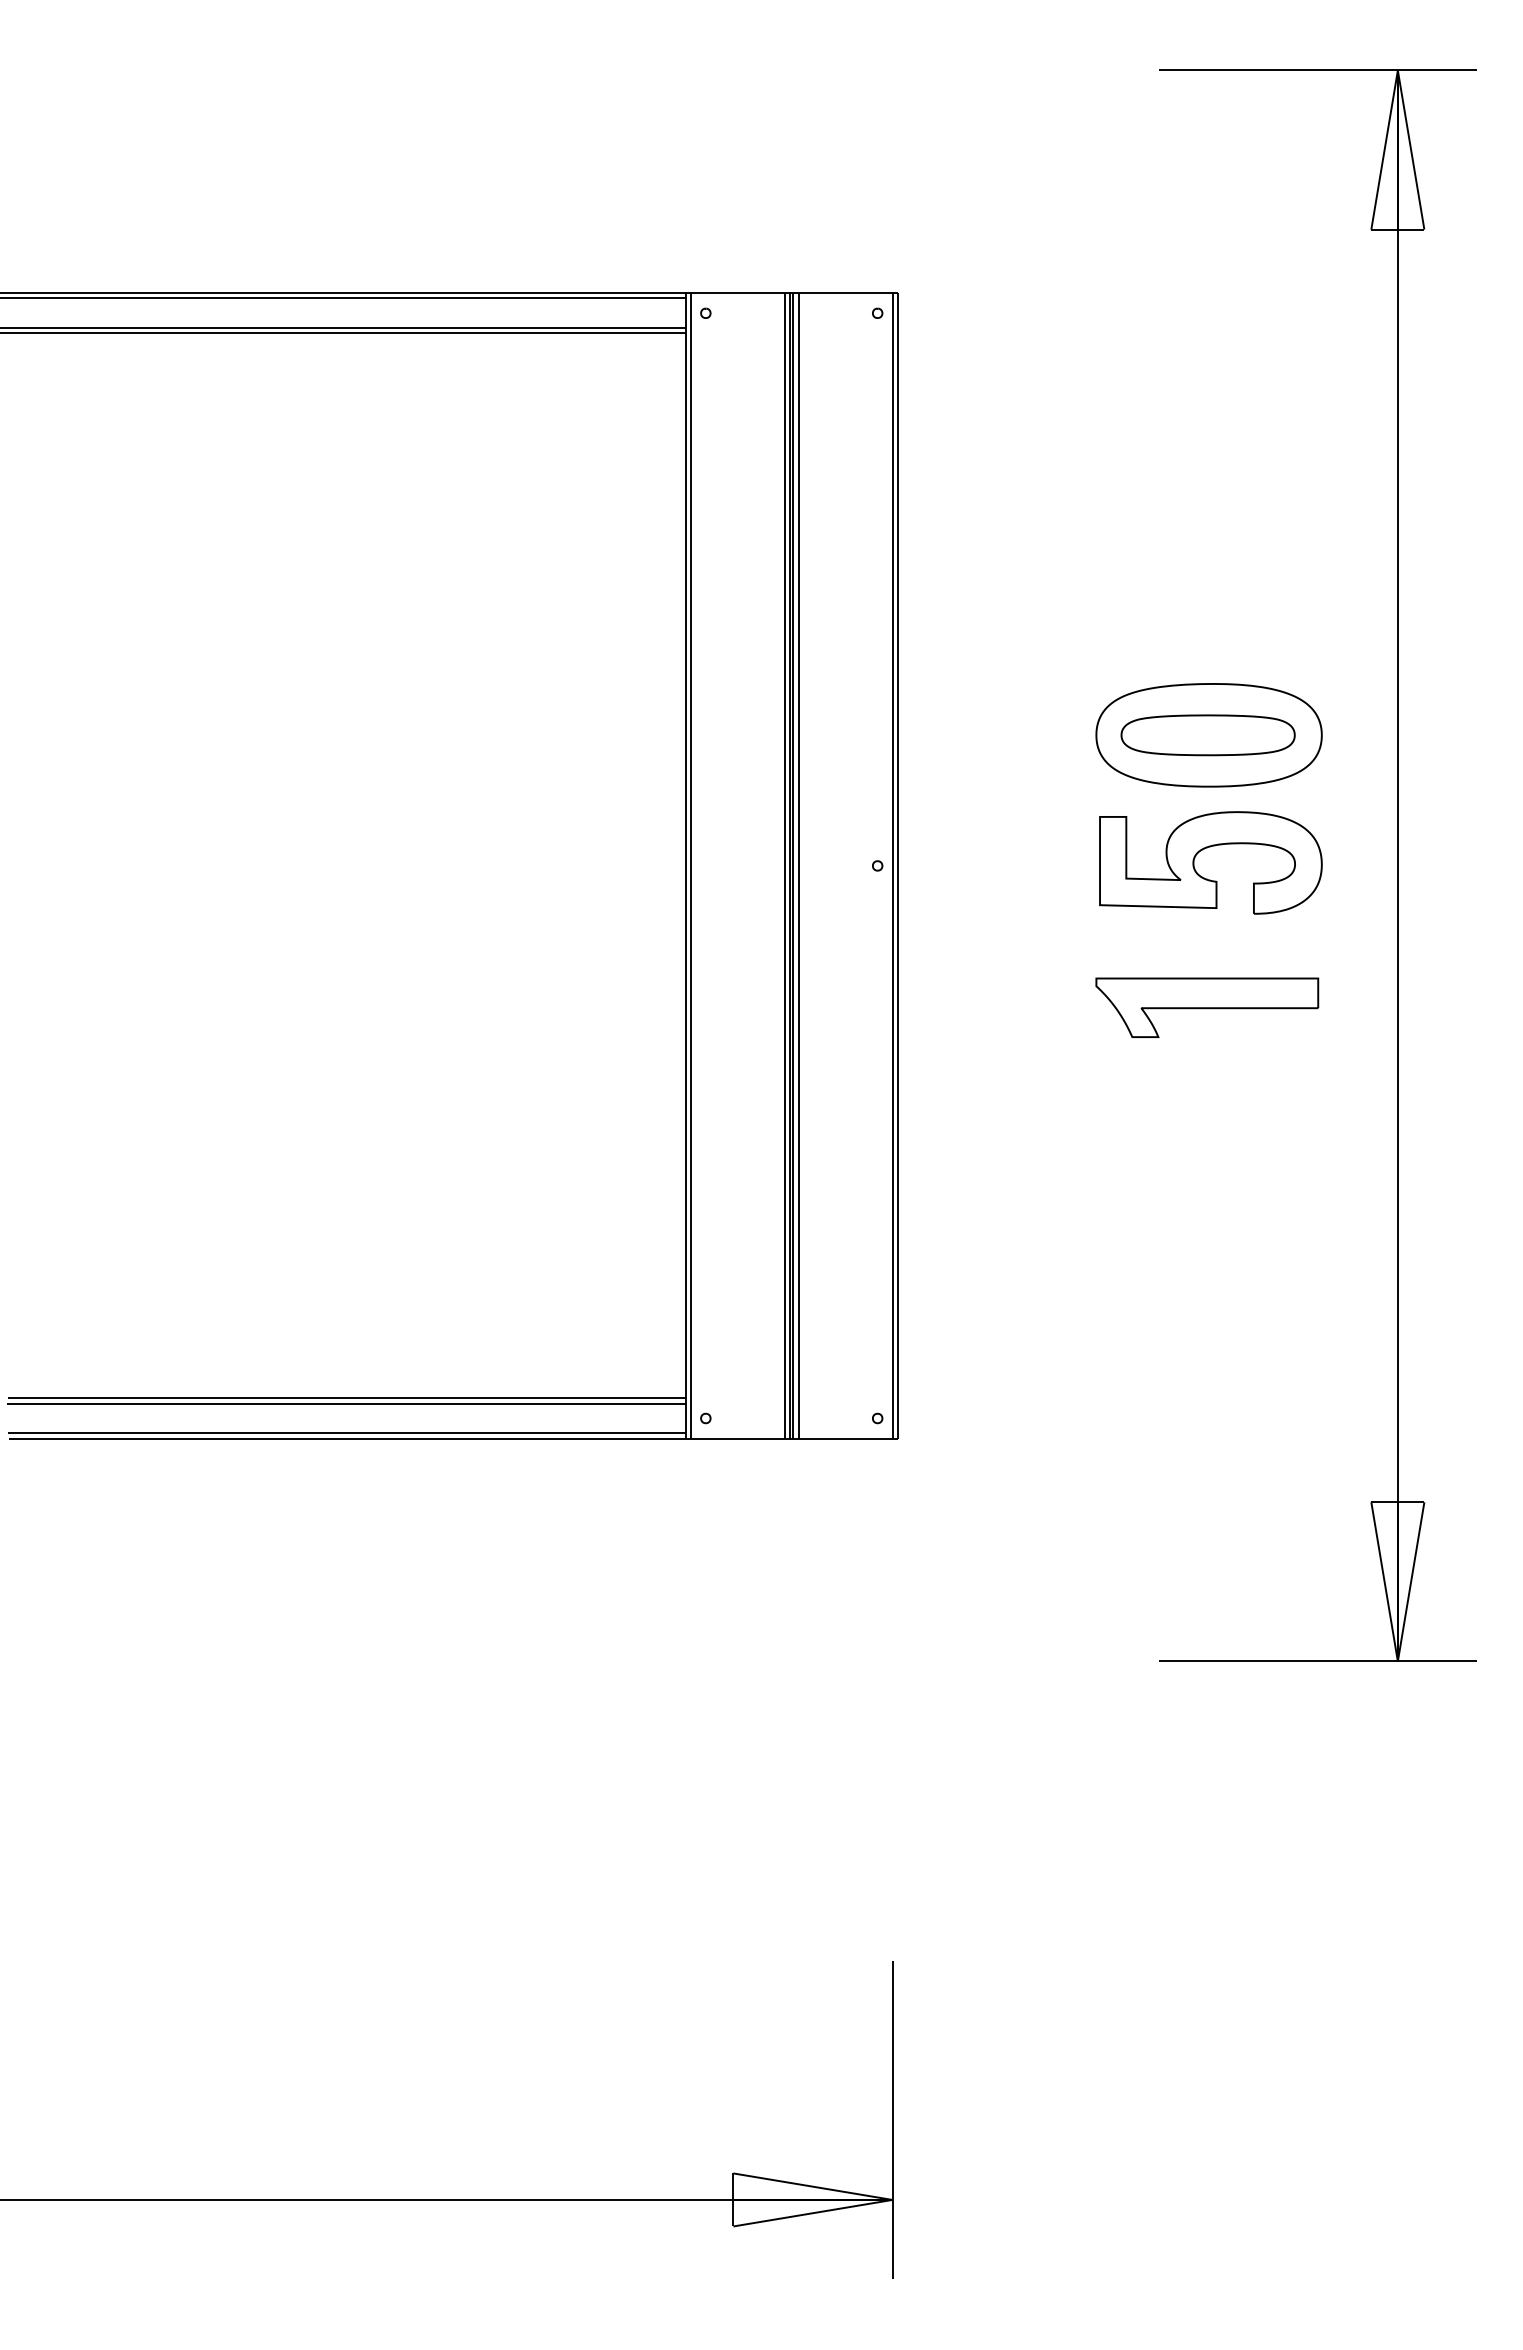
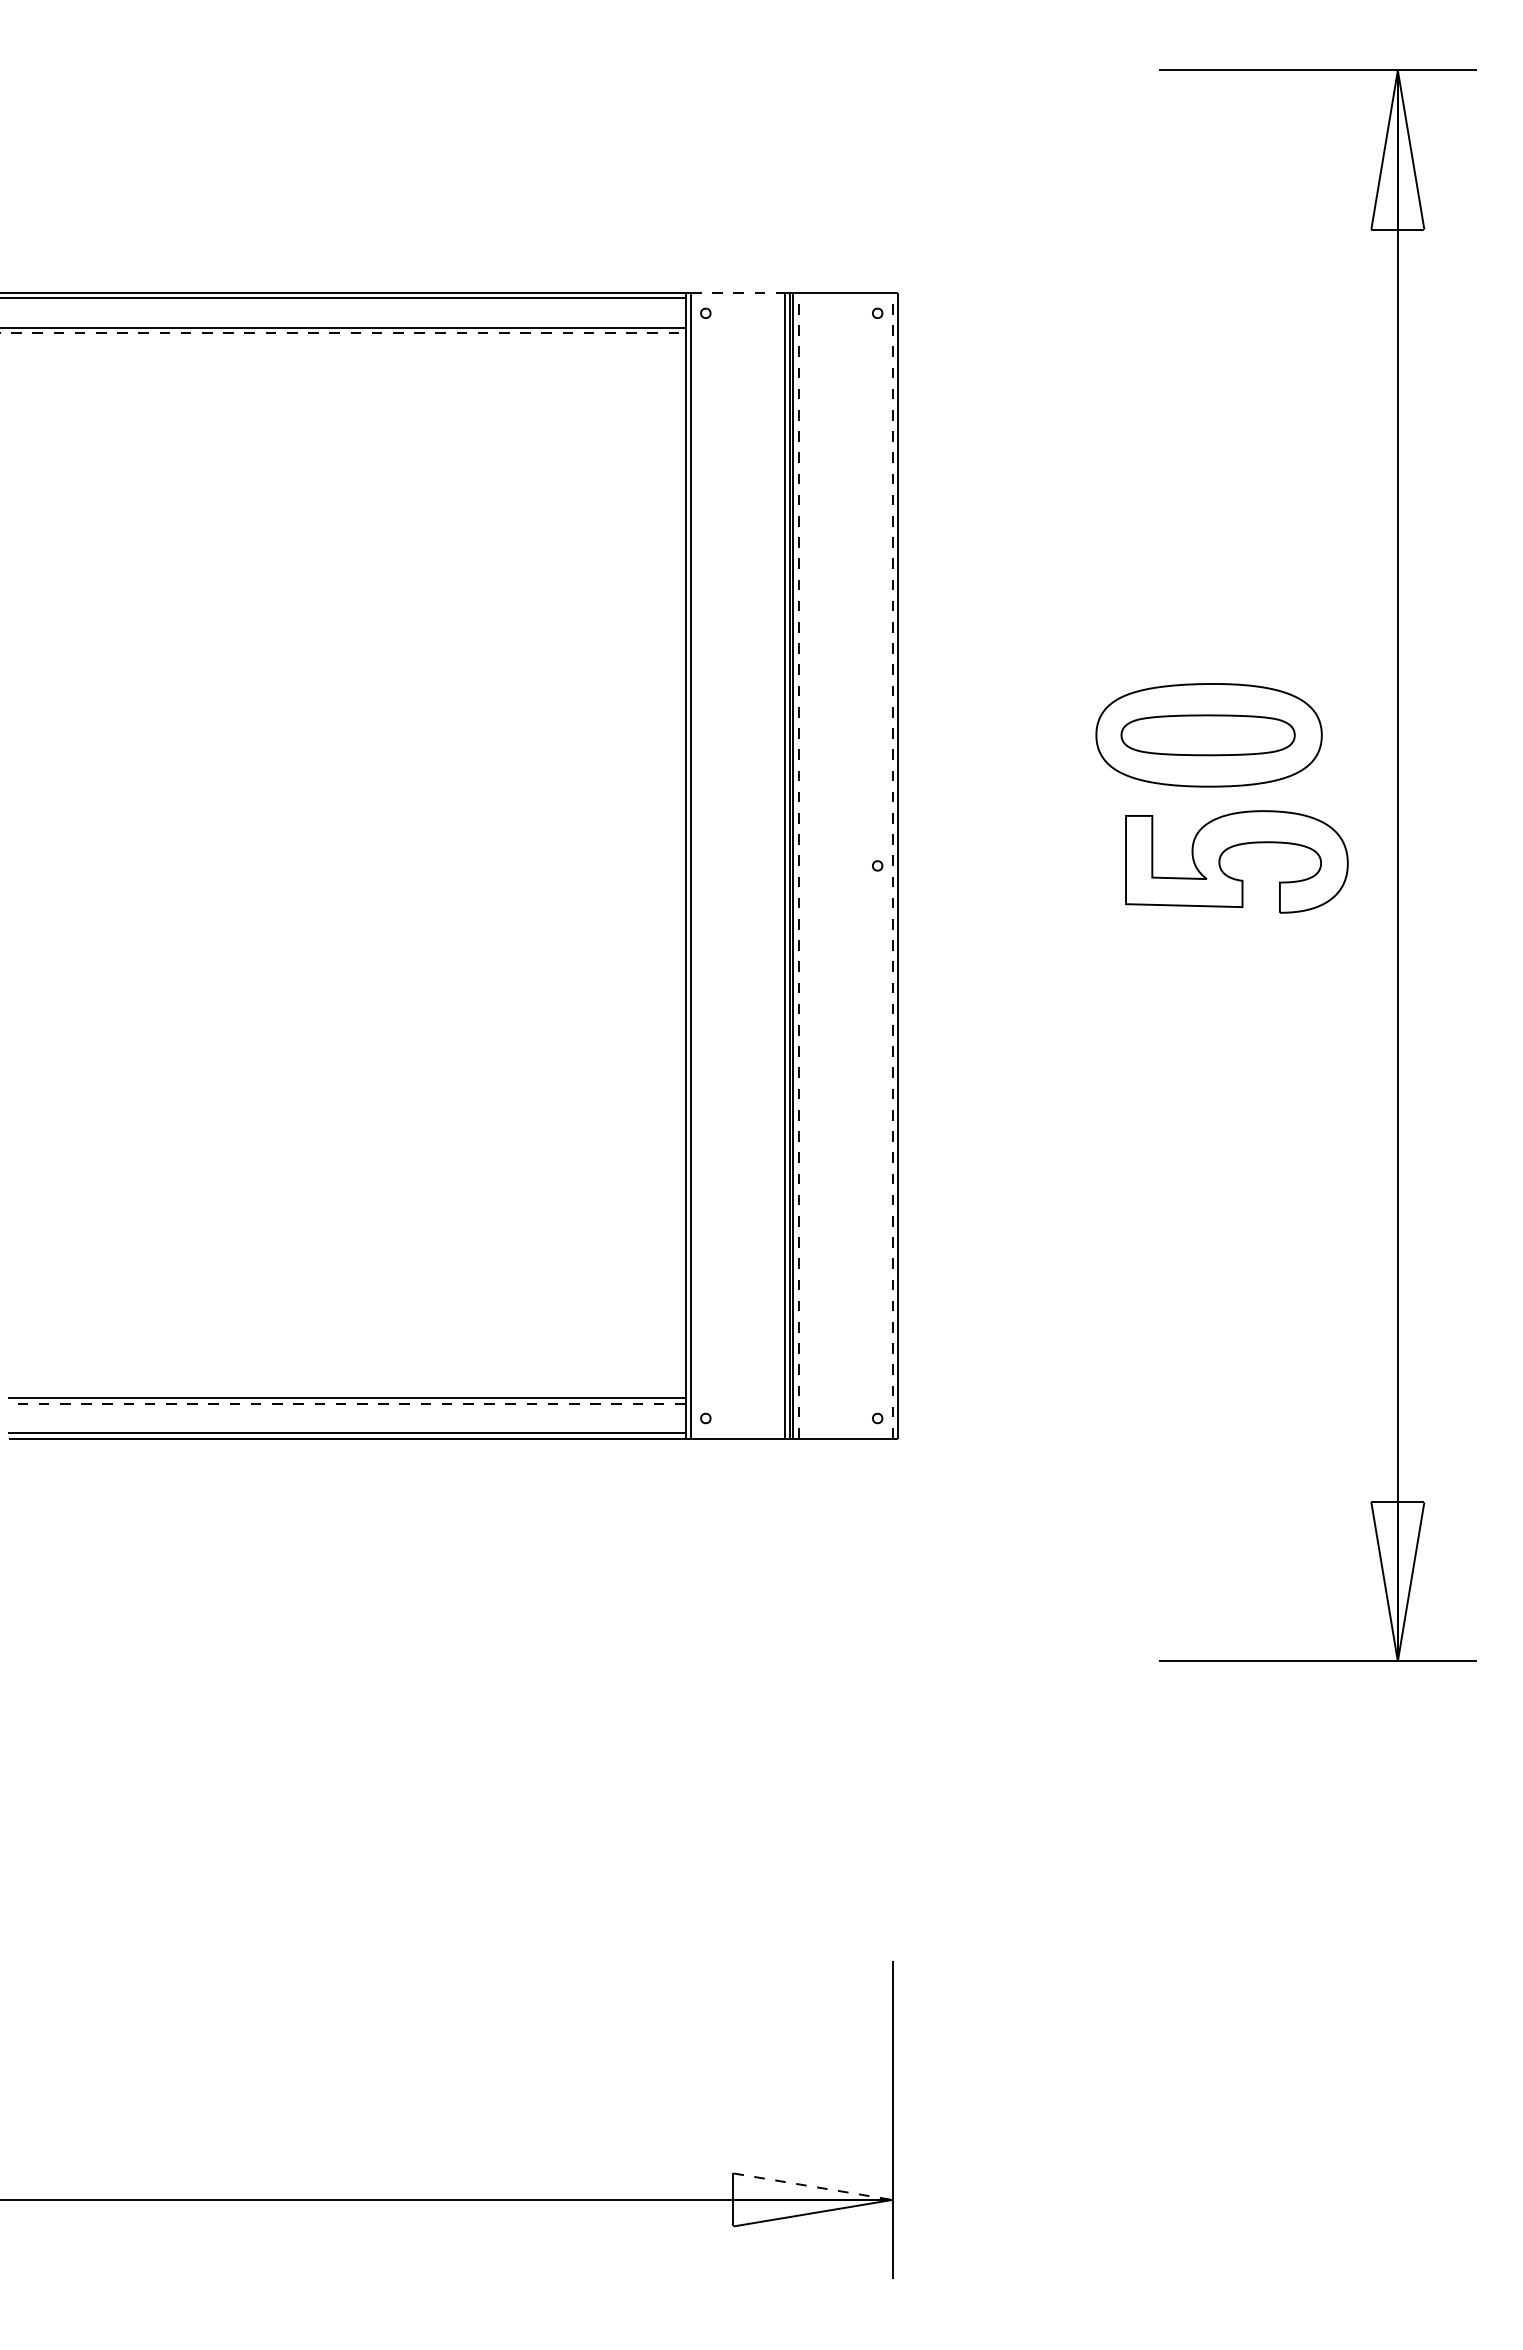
line at (737, 293): solid -> dashed
line at (343, 333): solid -> dashed
part at (1201, 851) position: (1201, 851) -> (1227, 850)
line at (798, 865): solid -> dashed
line at (892, 865): solid -> dashed
part at (1207, 1007): present -> none
line at (346, 1403): solid -> dashed
line at (812, 2186): solid -> dashed
